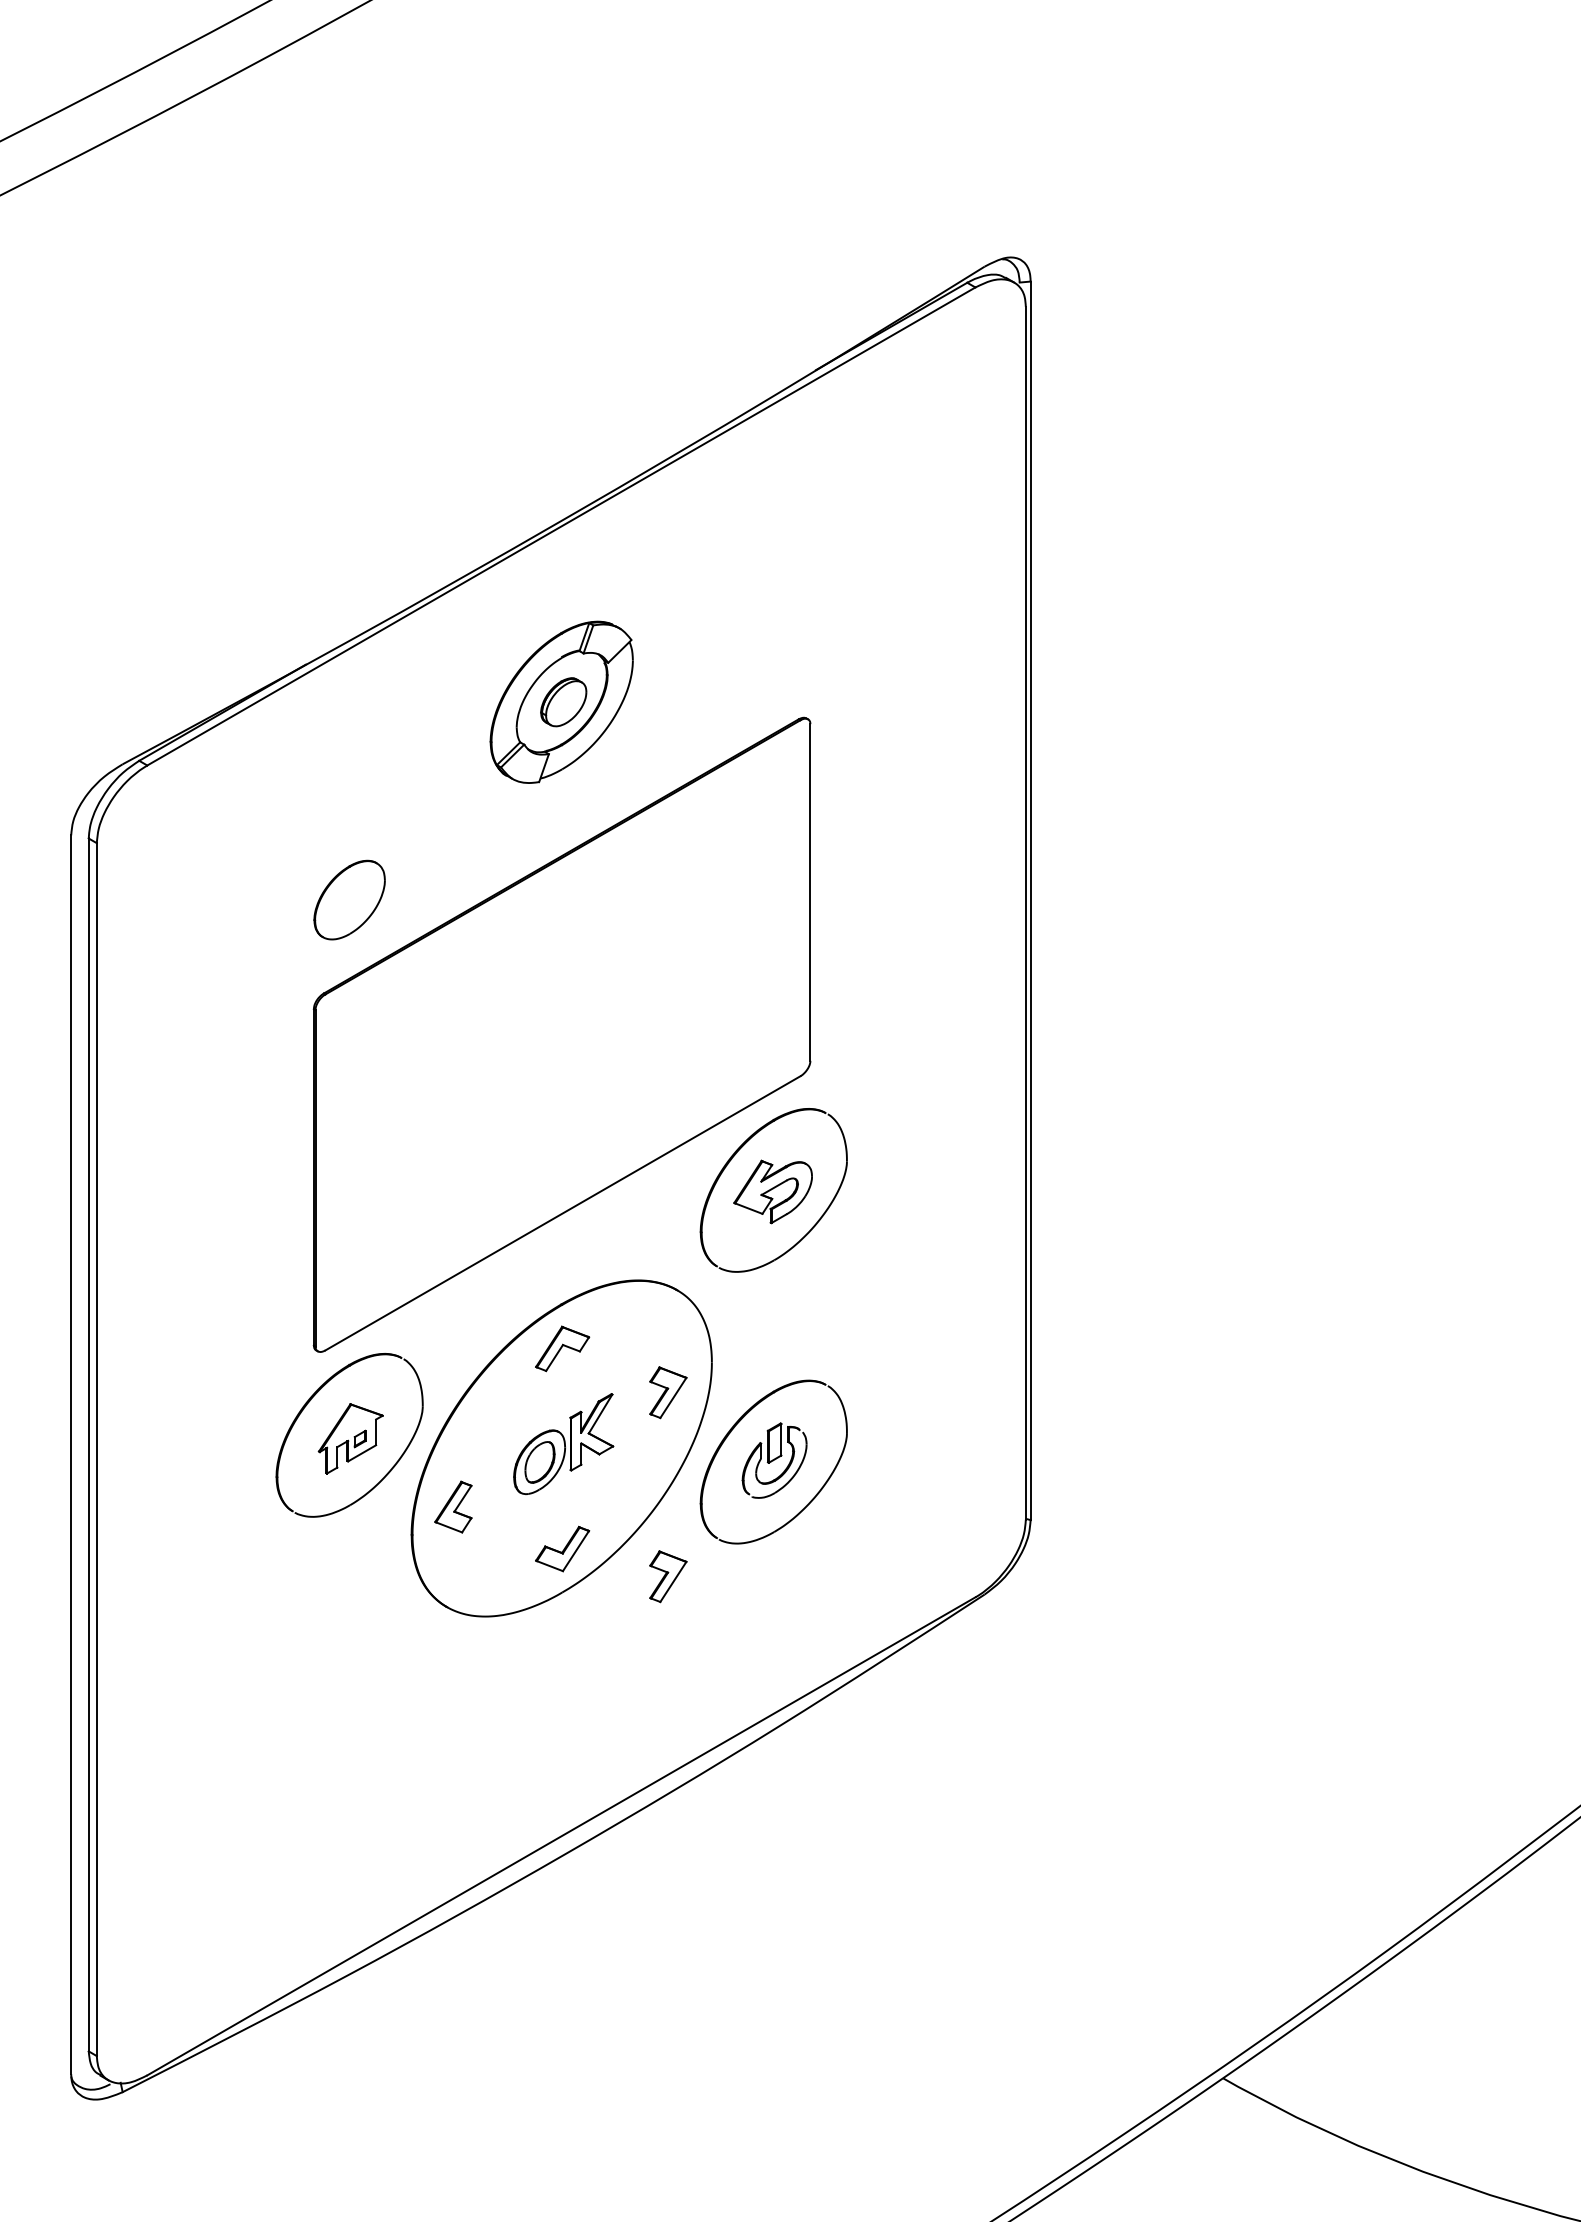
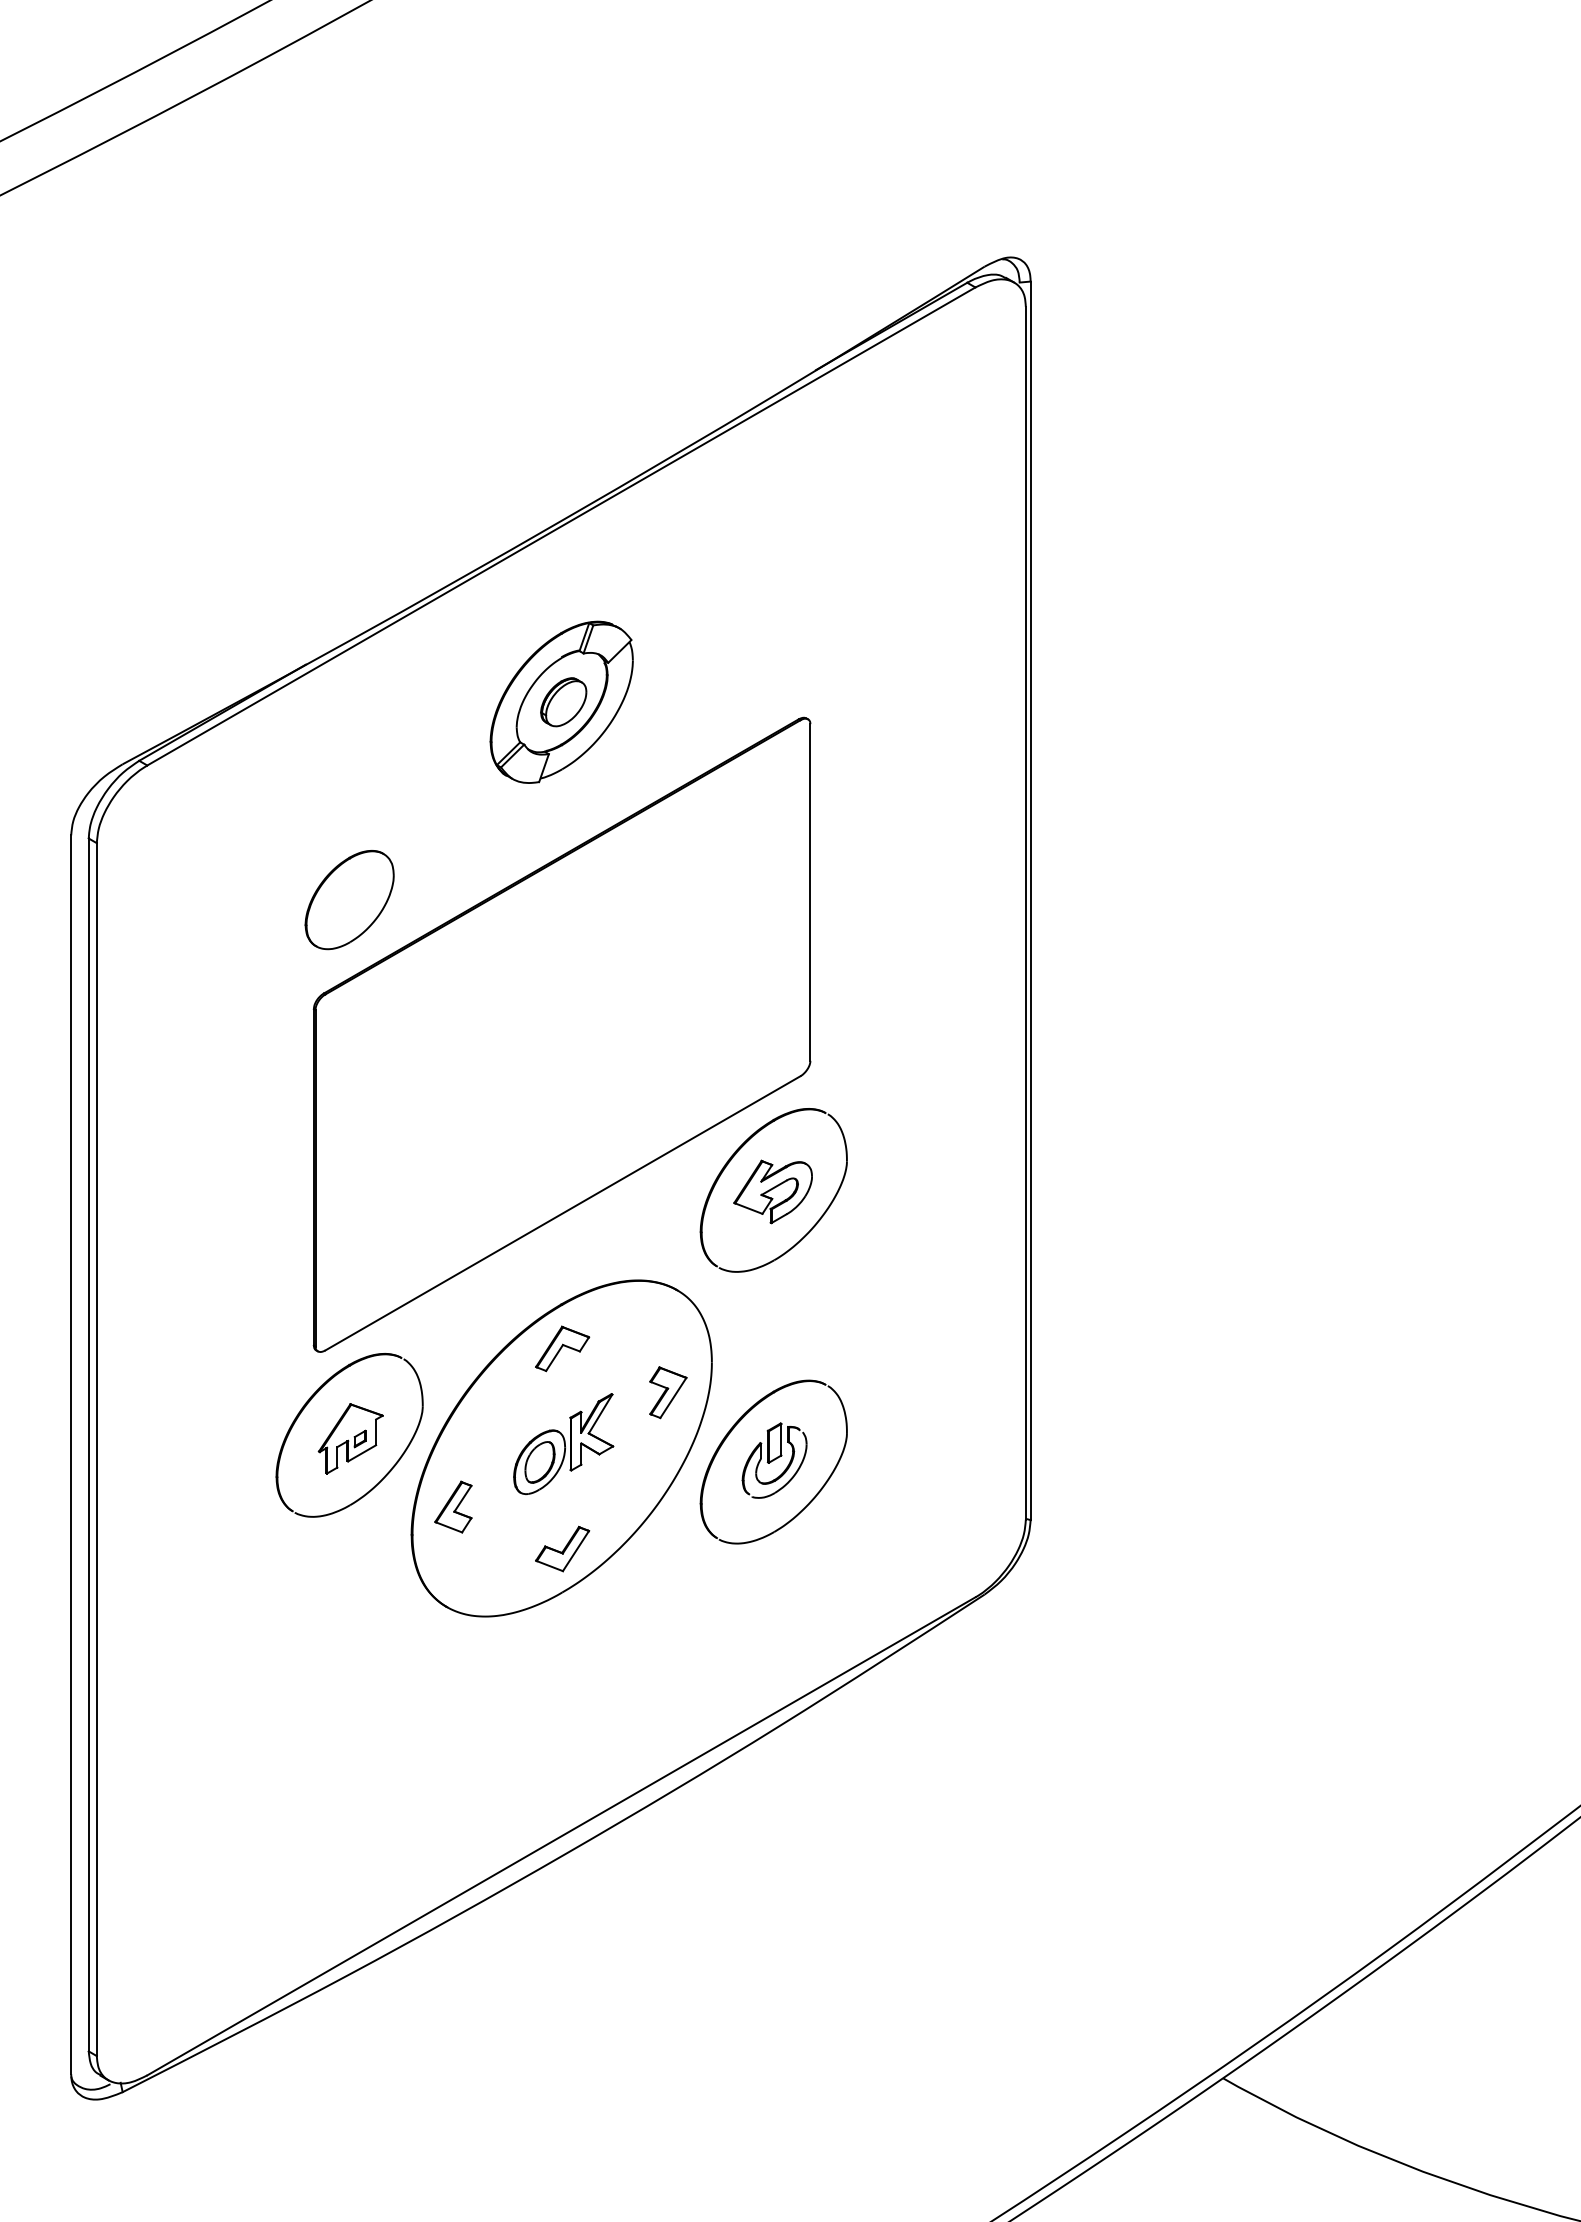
part at (349, 899) size: 73x82 px -> 91x101 px
part at (668, 1576): present -> none
